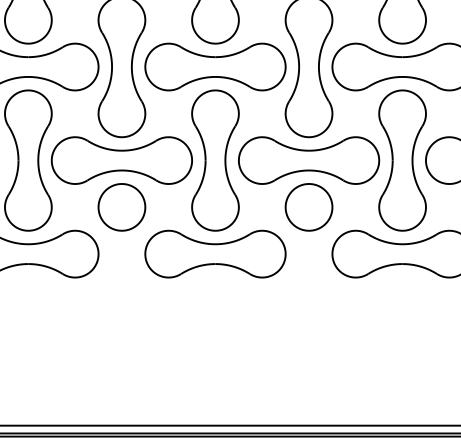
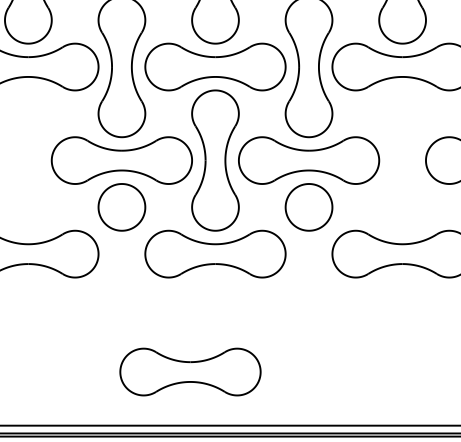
part at (28, 160): present -> none
part at (402, 160): present -> none
part at (190, 371): none -> present
